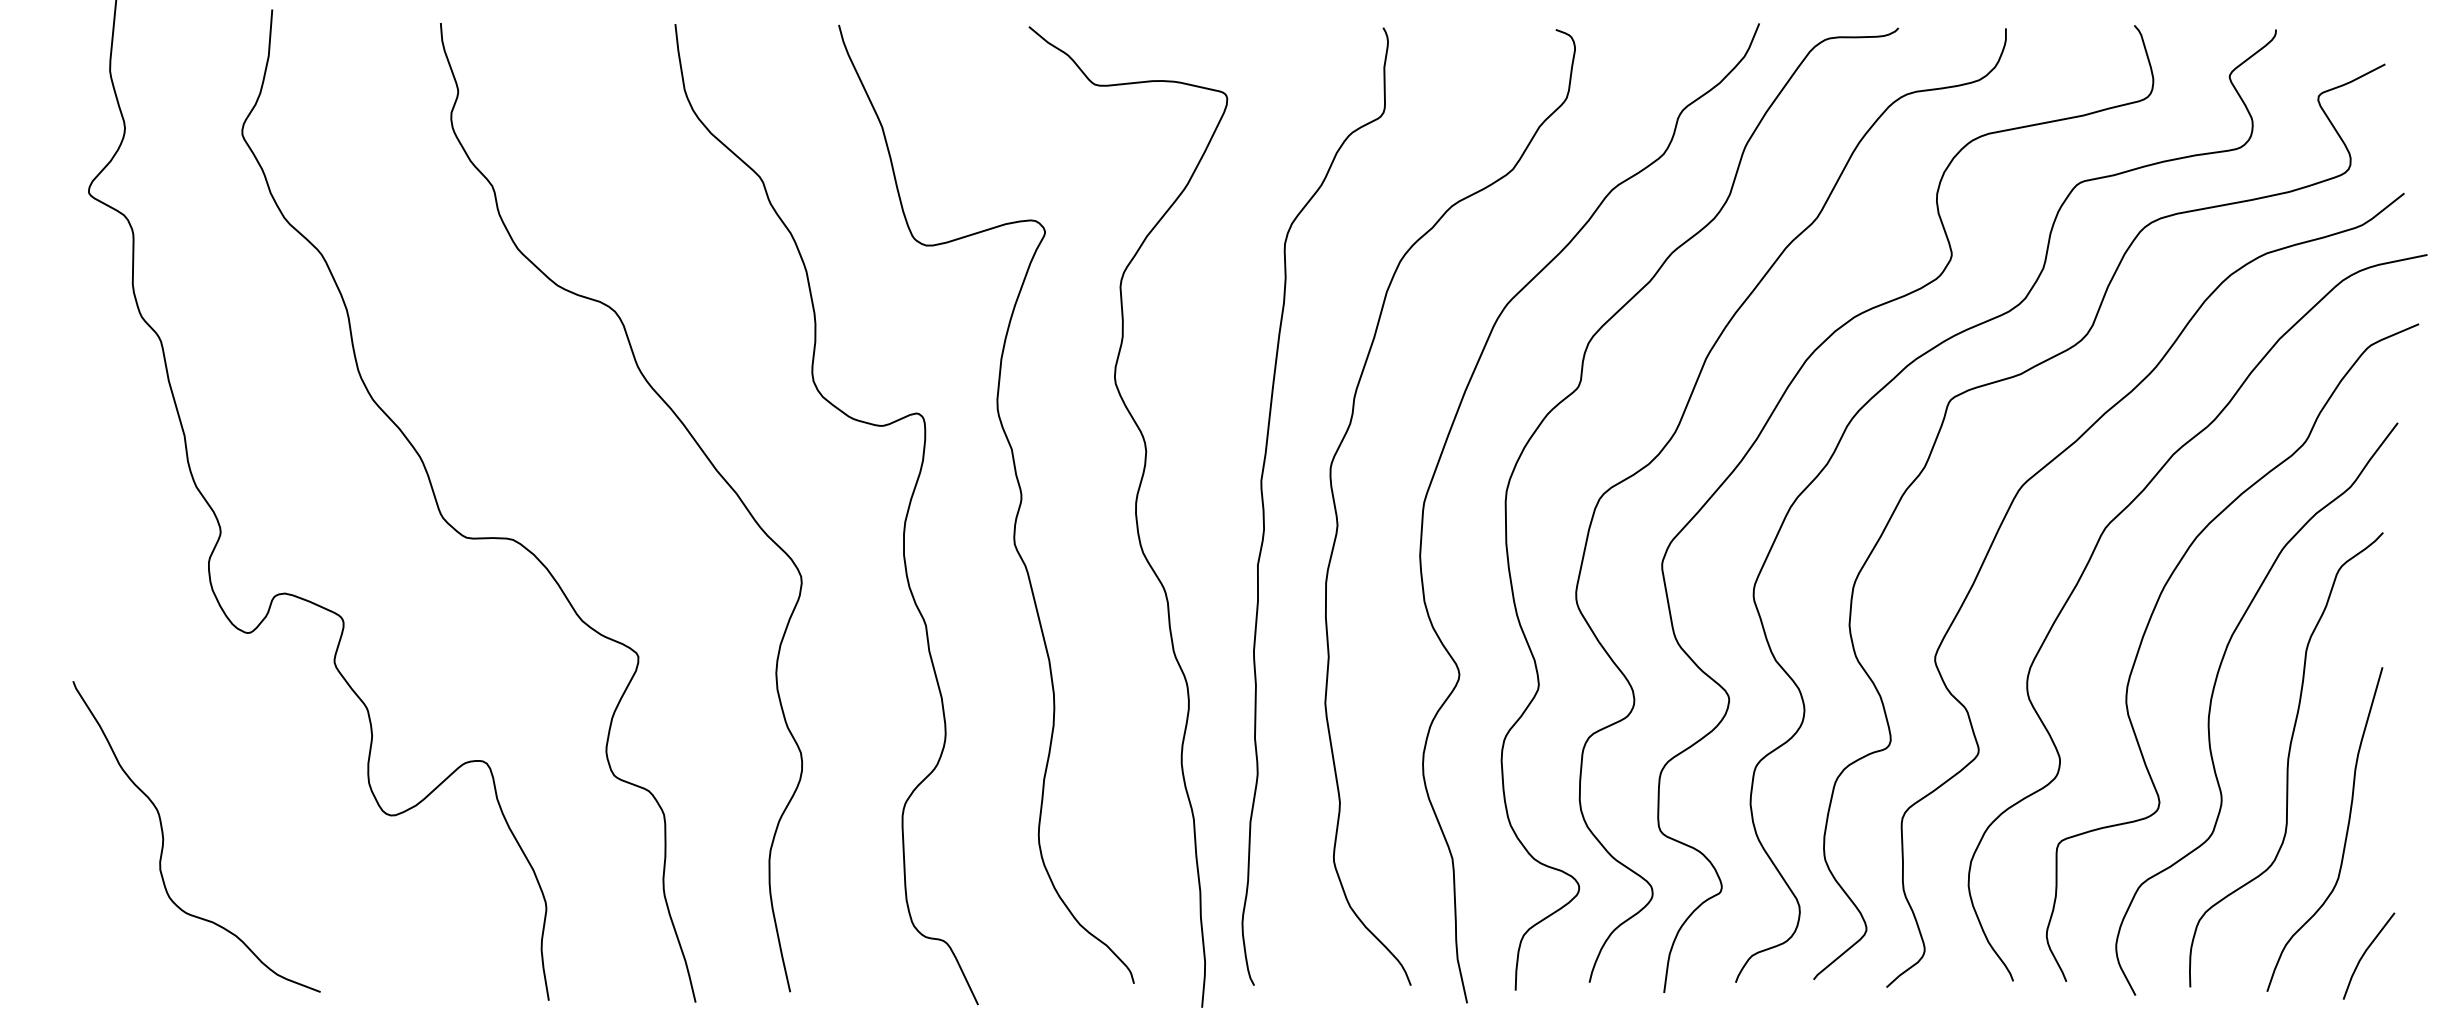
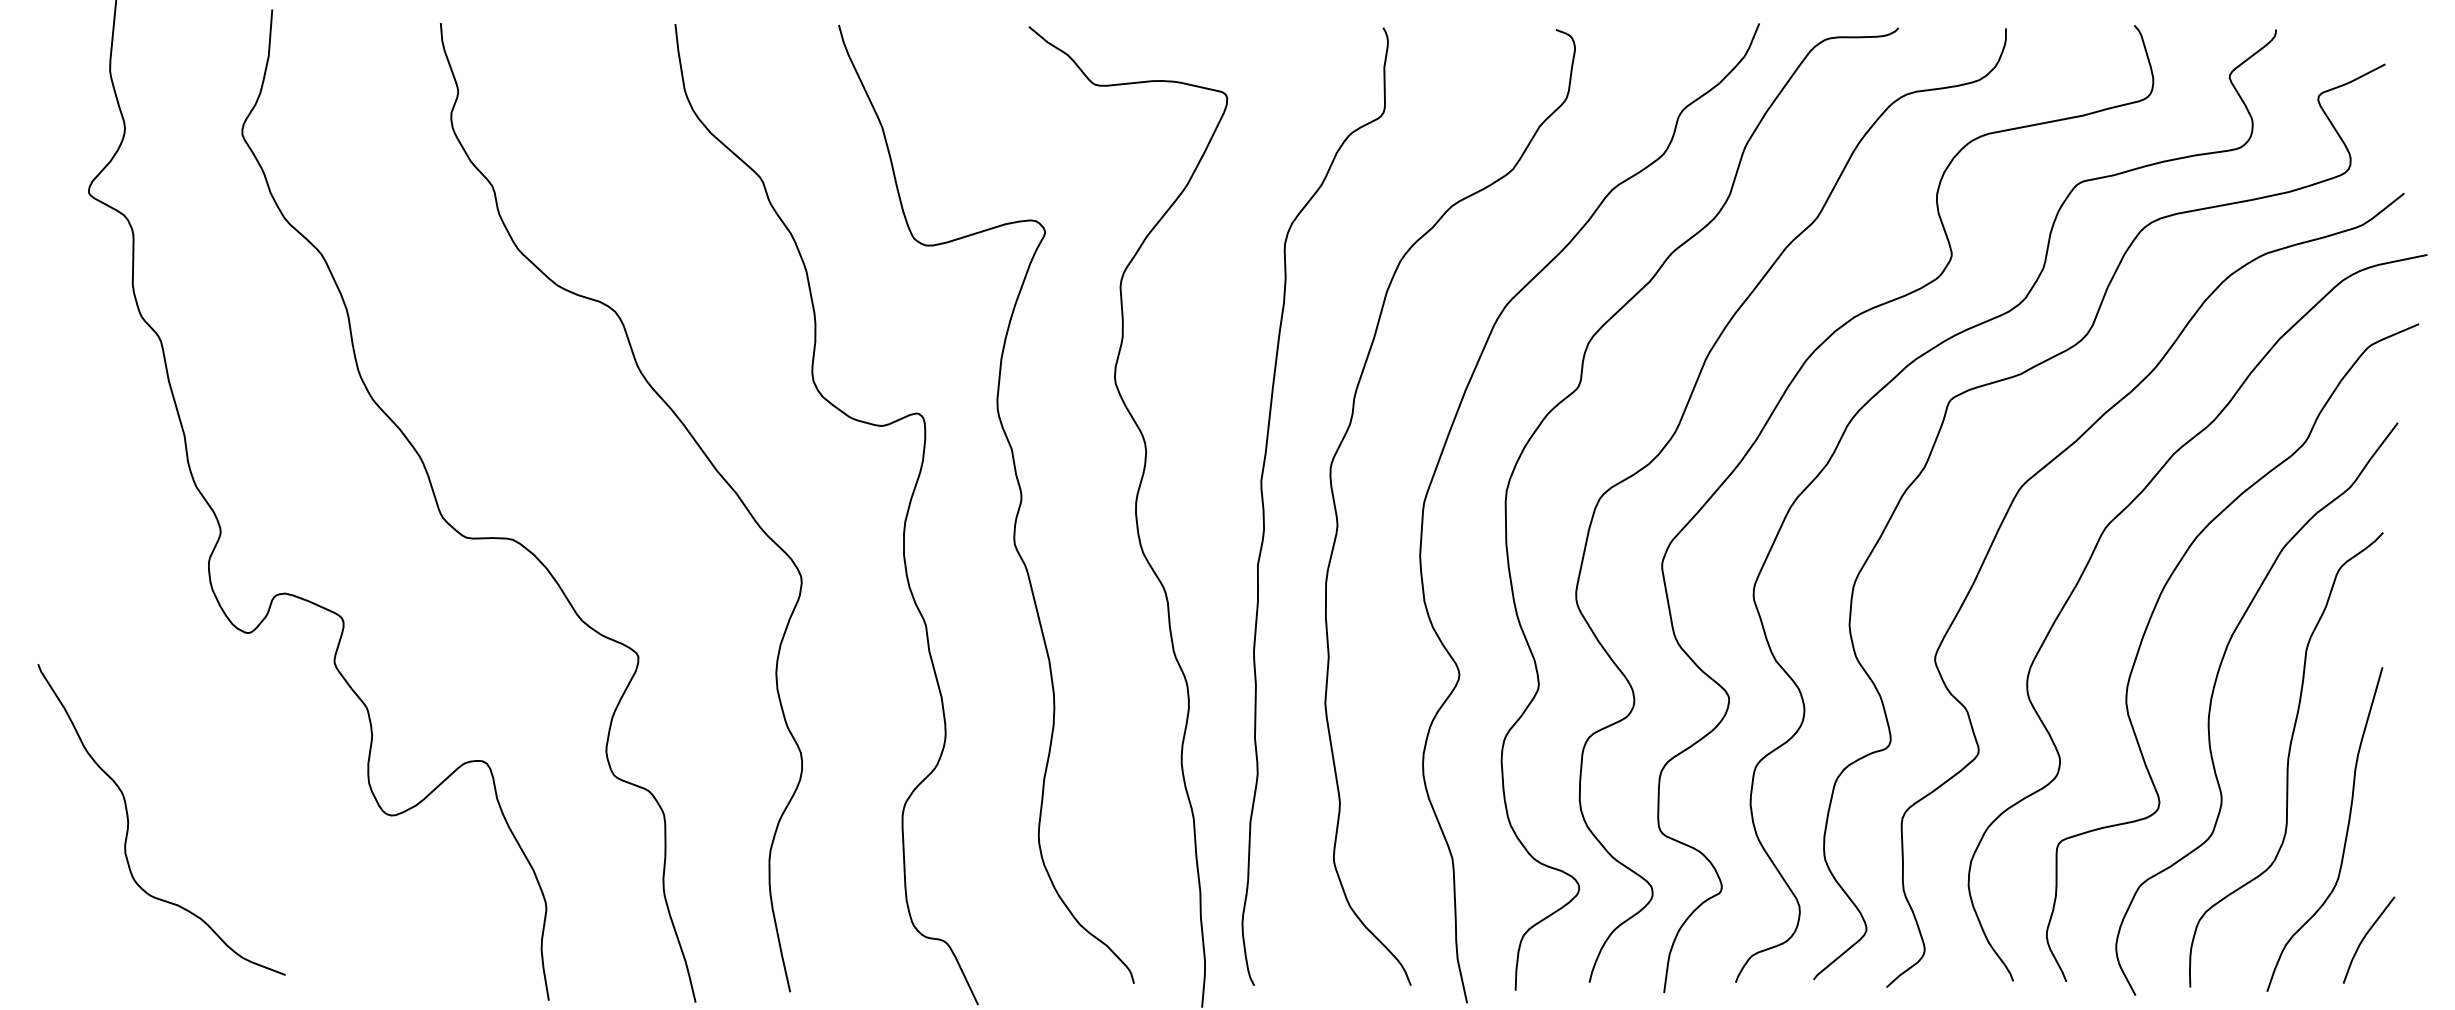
curve at (164, 839) position: (164, 839) -> (129, 822)
line at (2365, 953) position: (2365, 953) -> (2365, 937)
